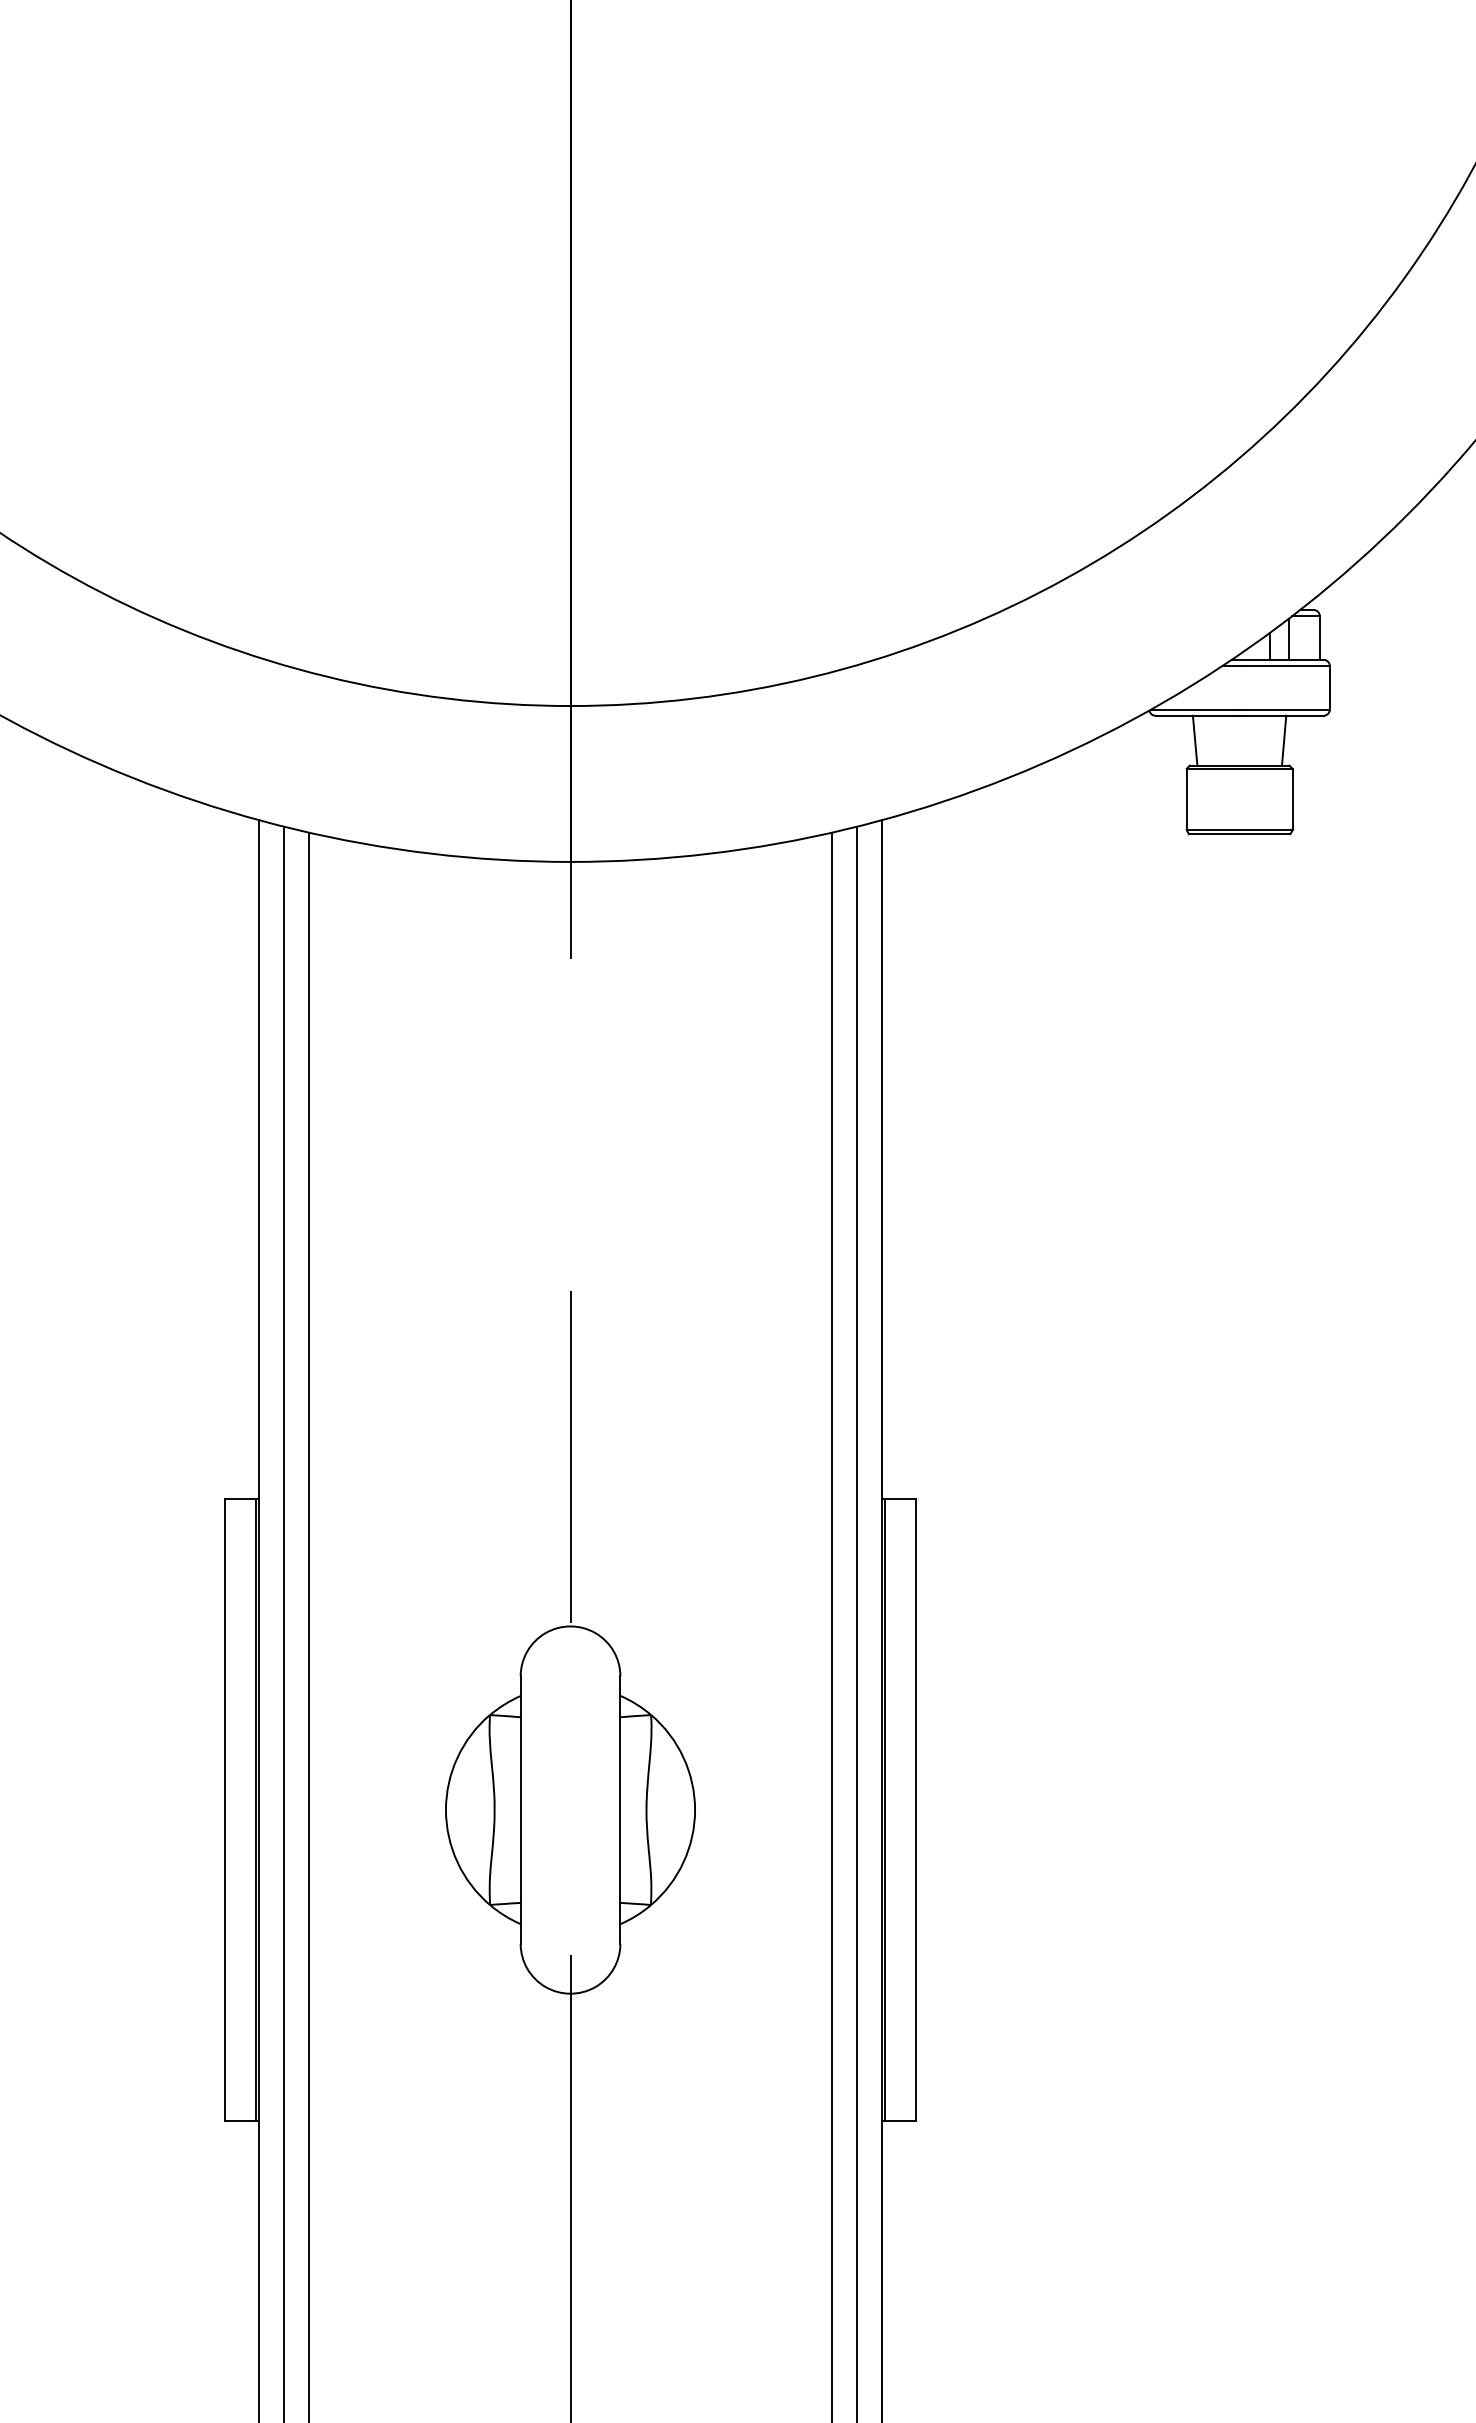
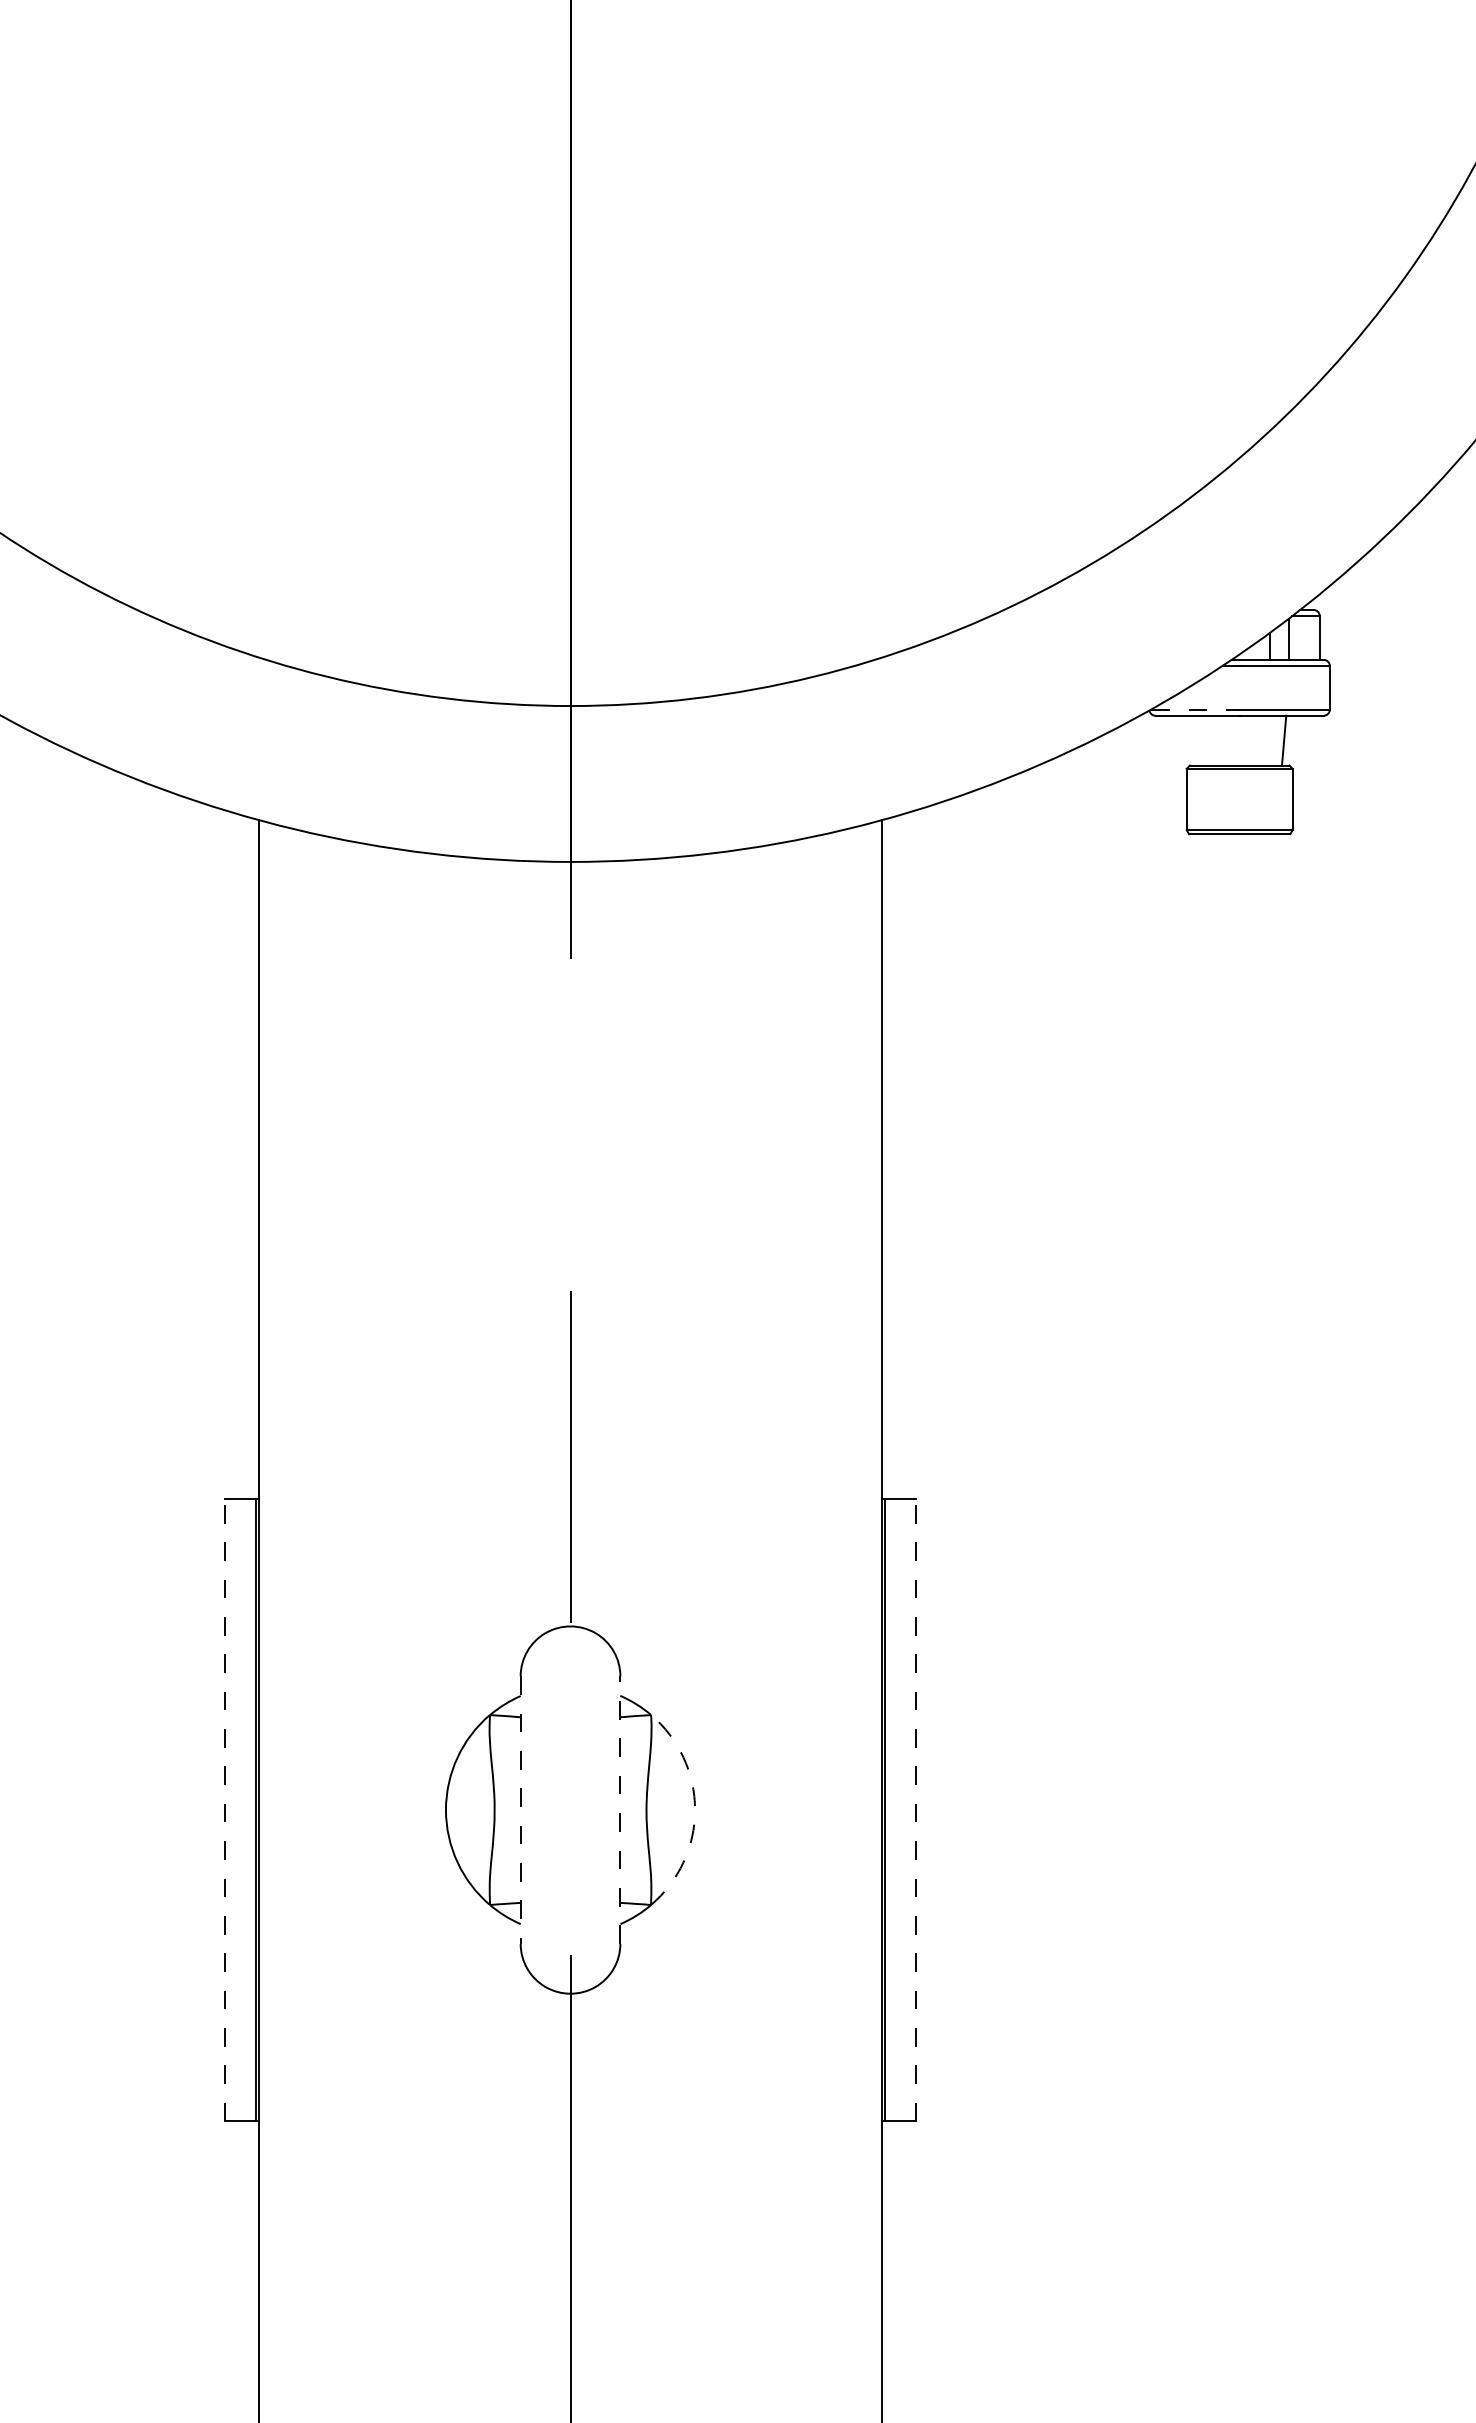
line at (1196, 709): solid -> dashed
line at (1194, 740): present -> none
line at (284, 1622): present -> none
line at (856, 1622): present -> none
line at (309, 1625): present -> none
line at (831, 1625): present -> none
line at (225, 1809): solid -> dashed
arc at (695, 1809): solid -> dashed
line at (915, 1809): solid -> dashed
line at (520, 1810): solid -> dashed
line at (620, 1810): solid -> dashed
